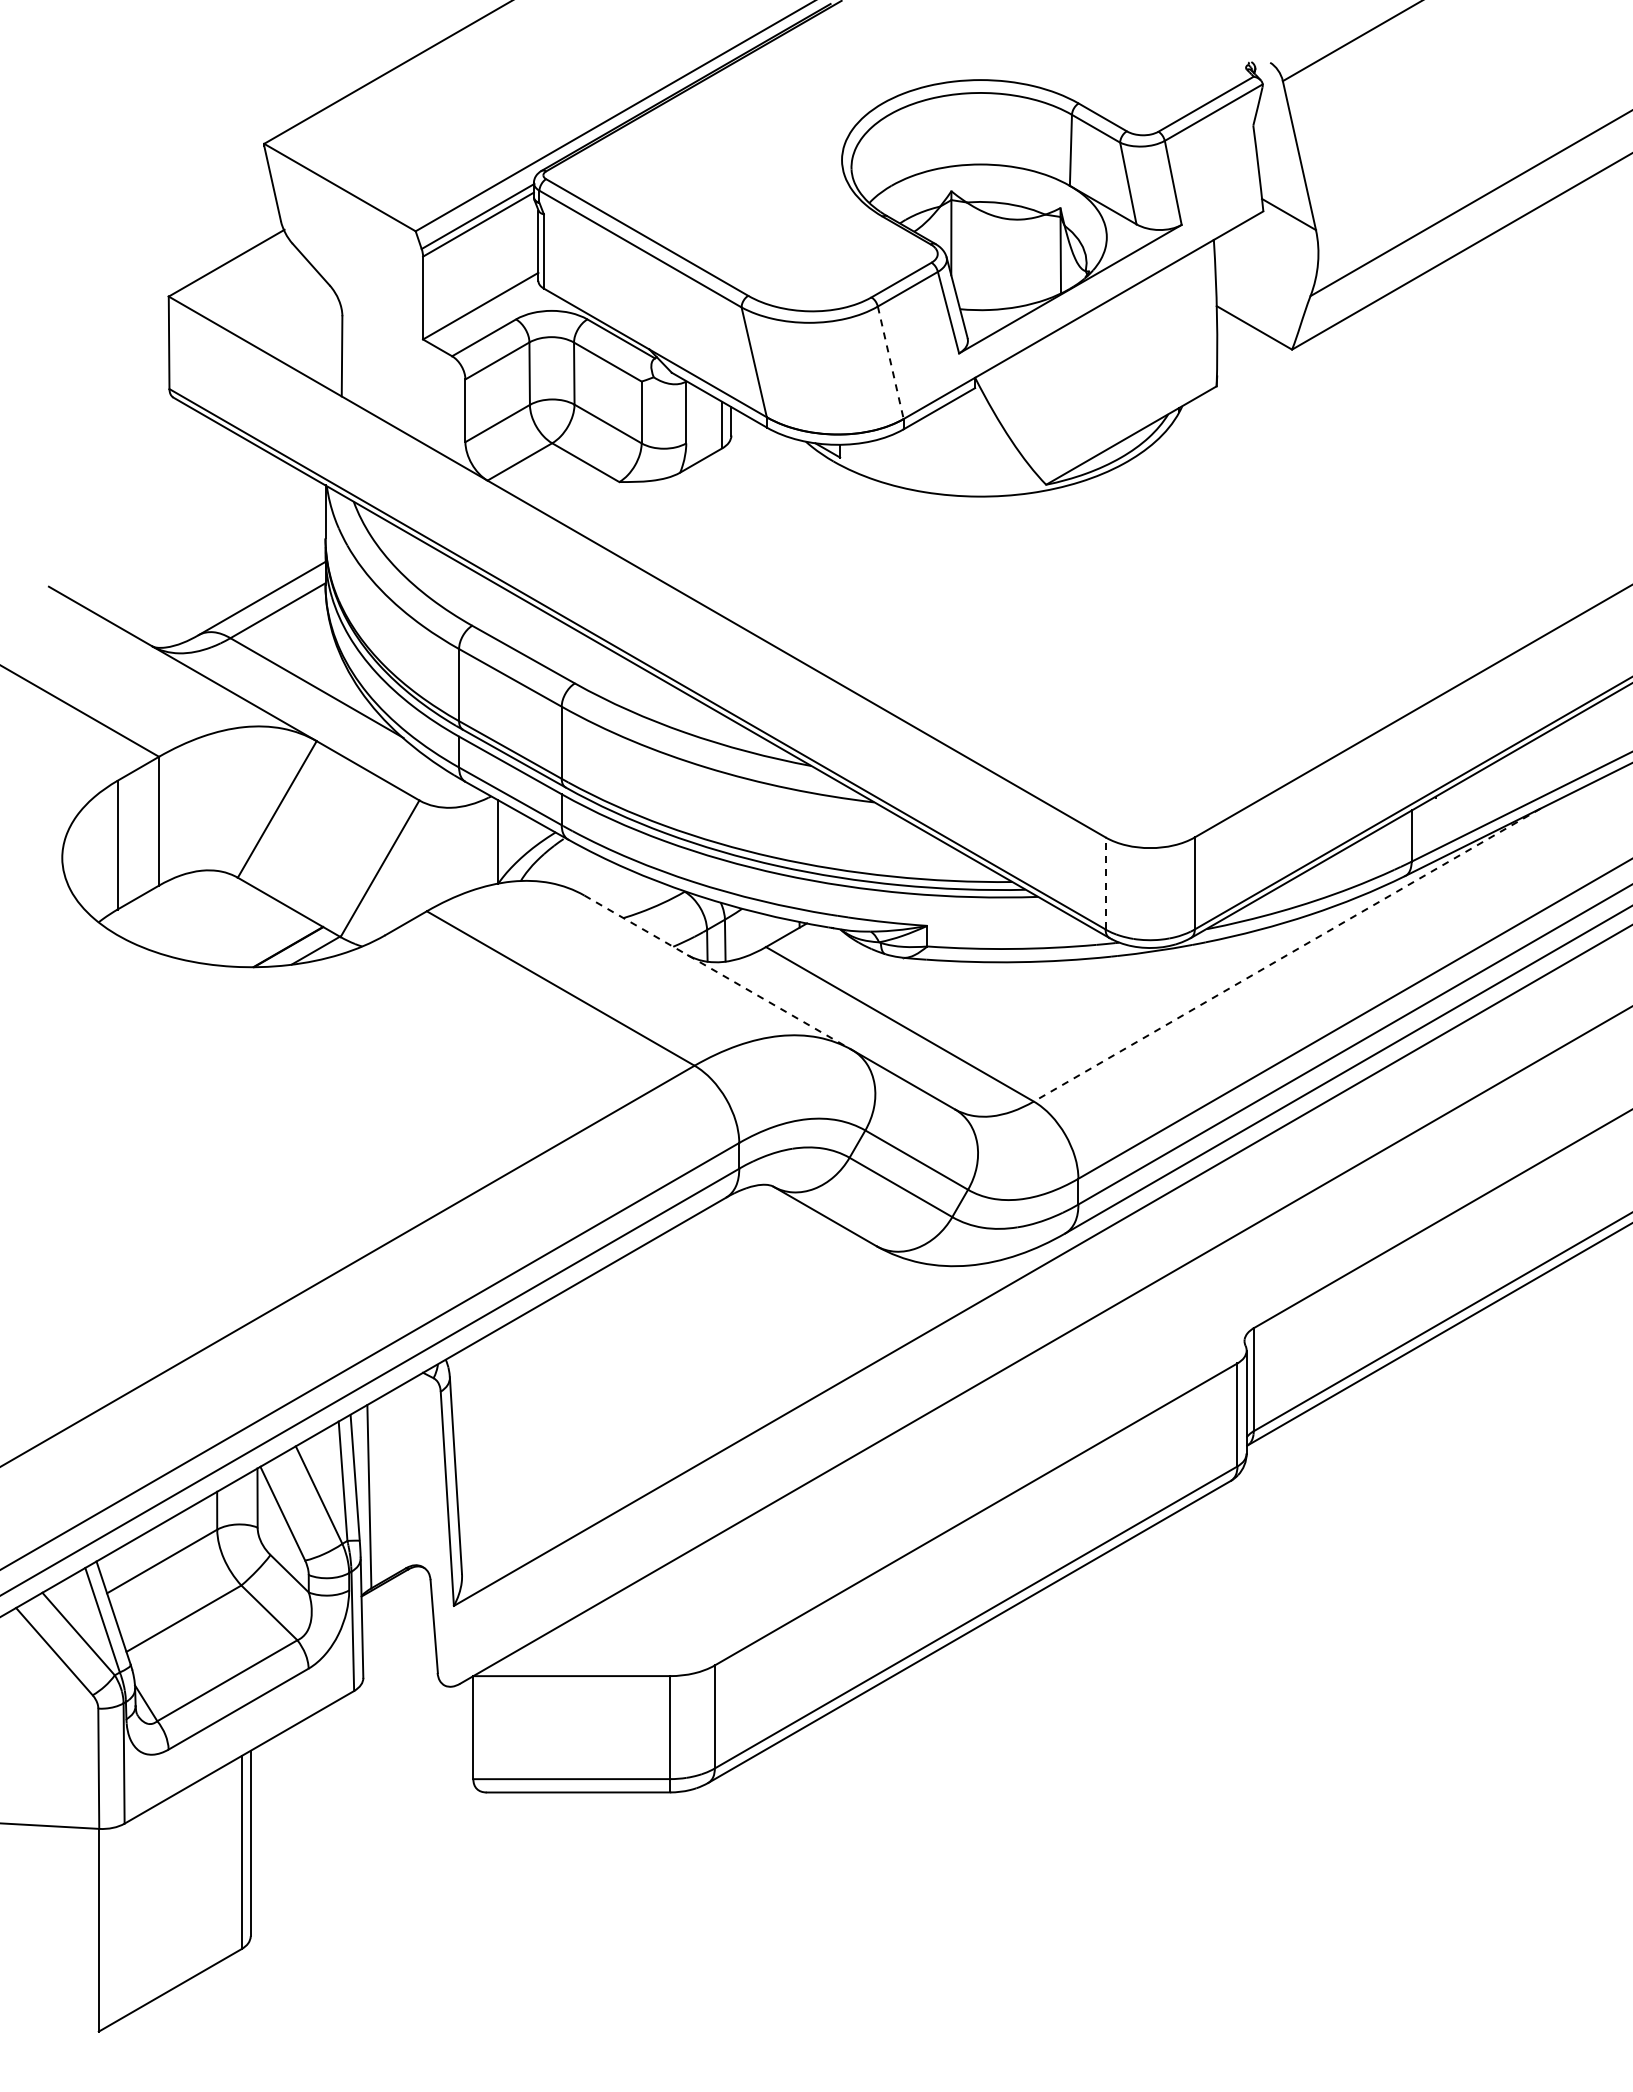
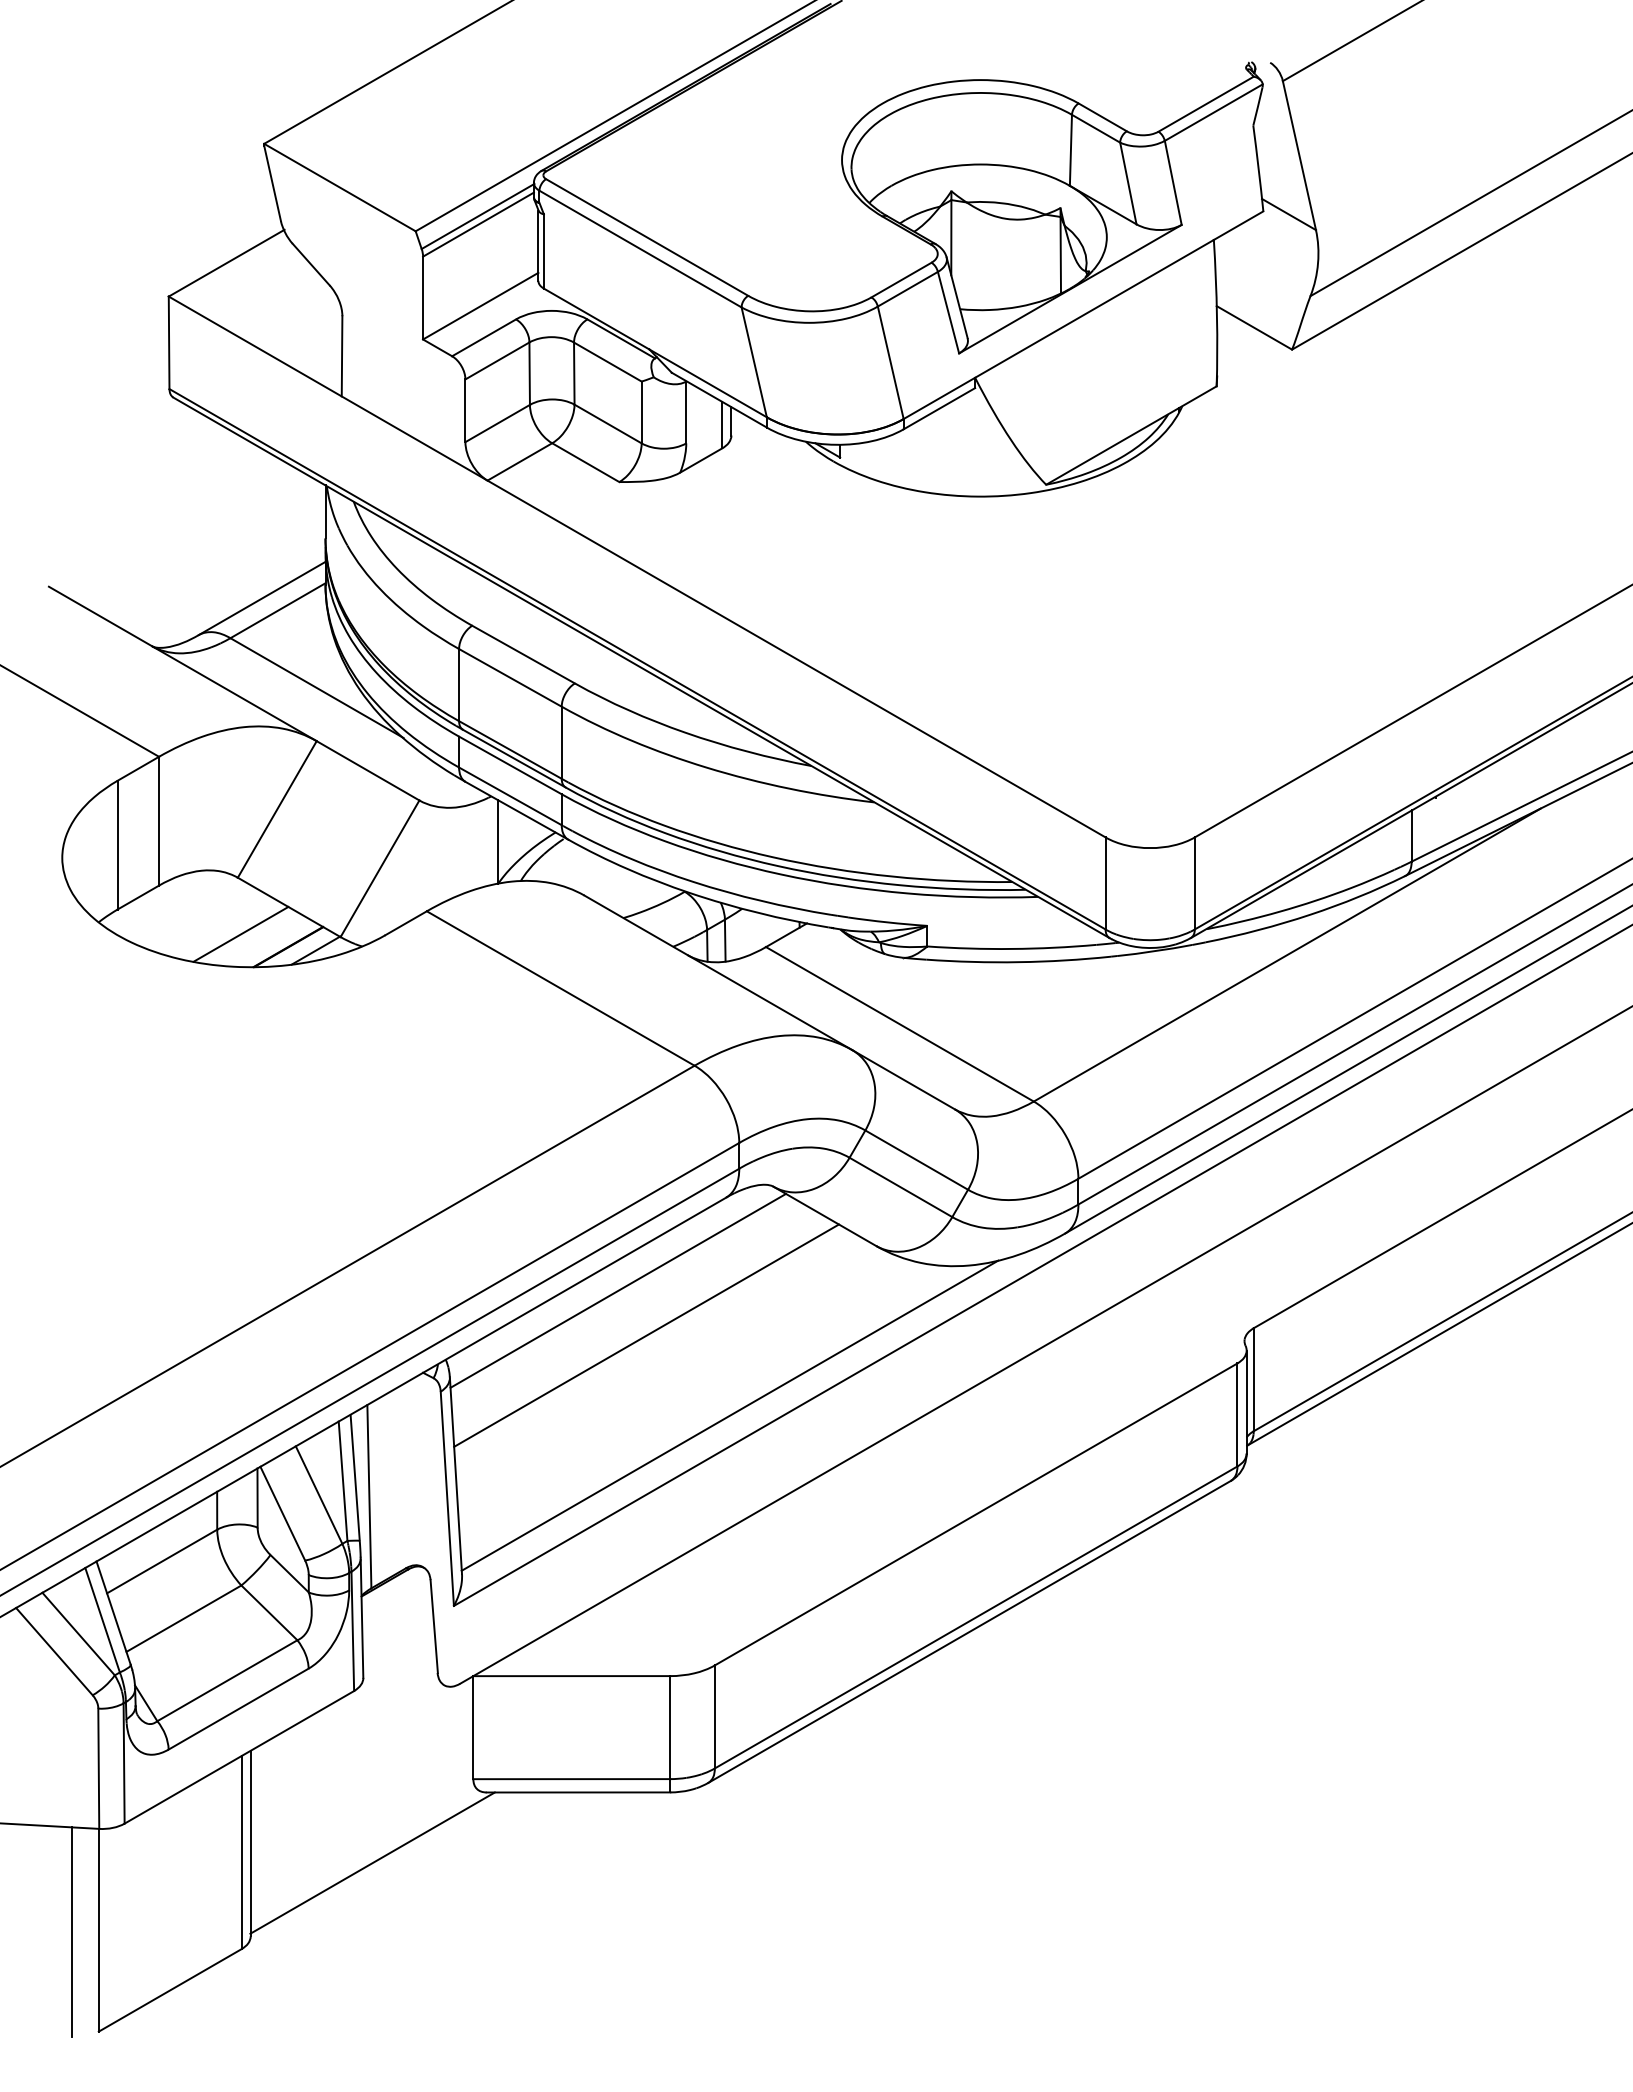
line at (890, 362): dashed -> solid
line at (1105, 882): dashed -> solid
line at (240, 933): none -> present
line at (1287, 955): dashed -> solid
line at (718, 972): dashed -> solid
line at (618, 1290): none -> present
line at (646, 1335): none -> present
line at (729, 1415): none -> present
line at (372, 1862): none -> present
line at (72, 1931): none -> present
